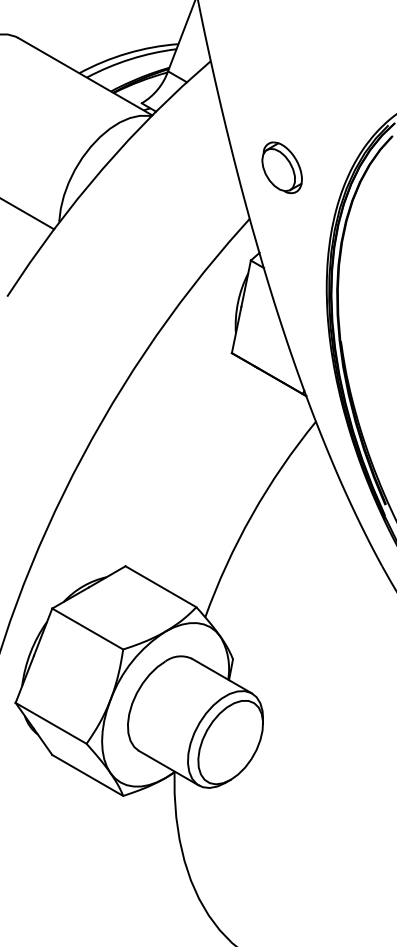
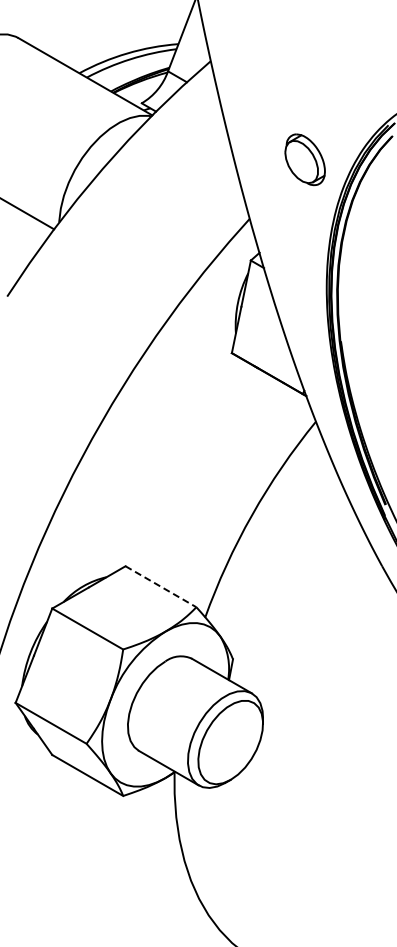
part at (281, 167) position: (281, 167) -> (304, 159)
line at (160, 586): solid -> dashed
